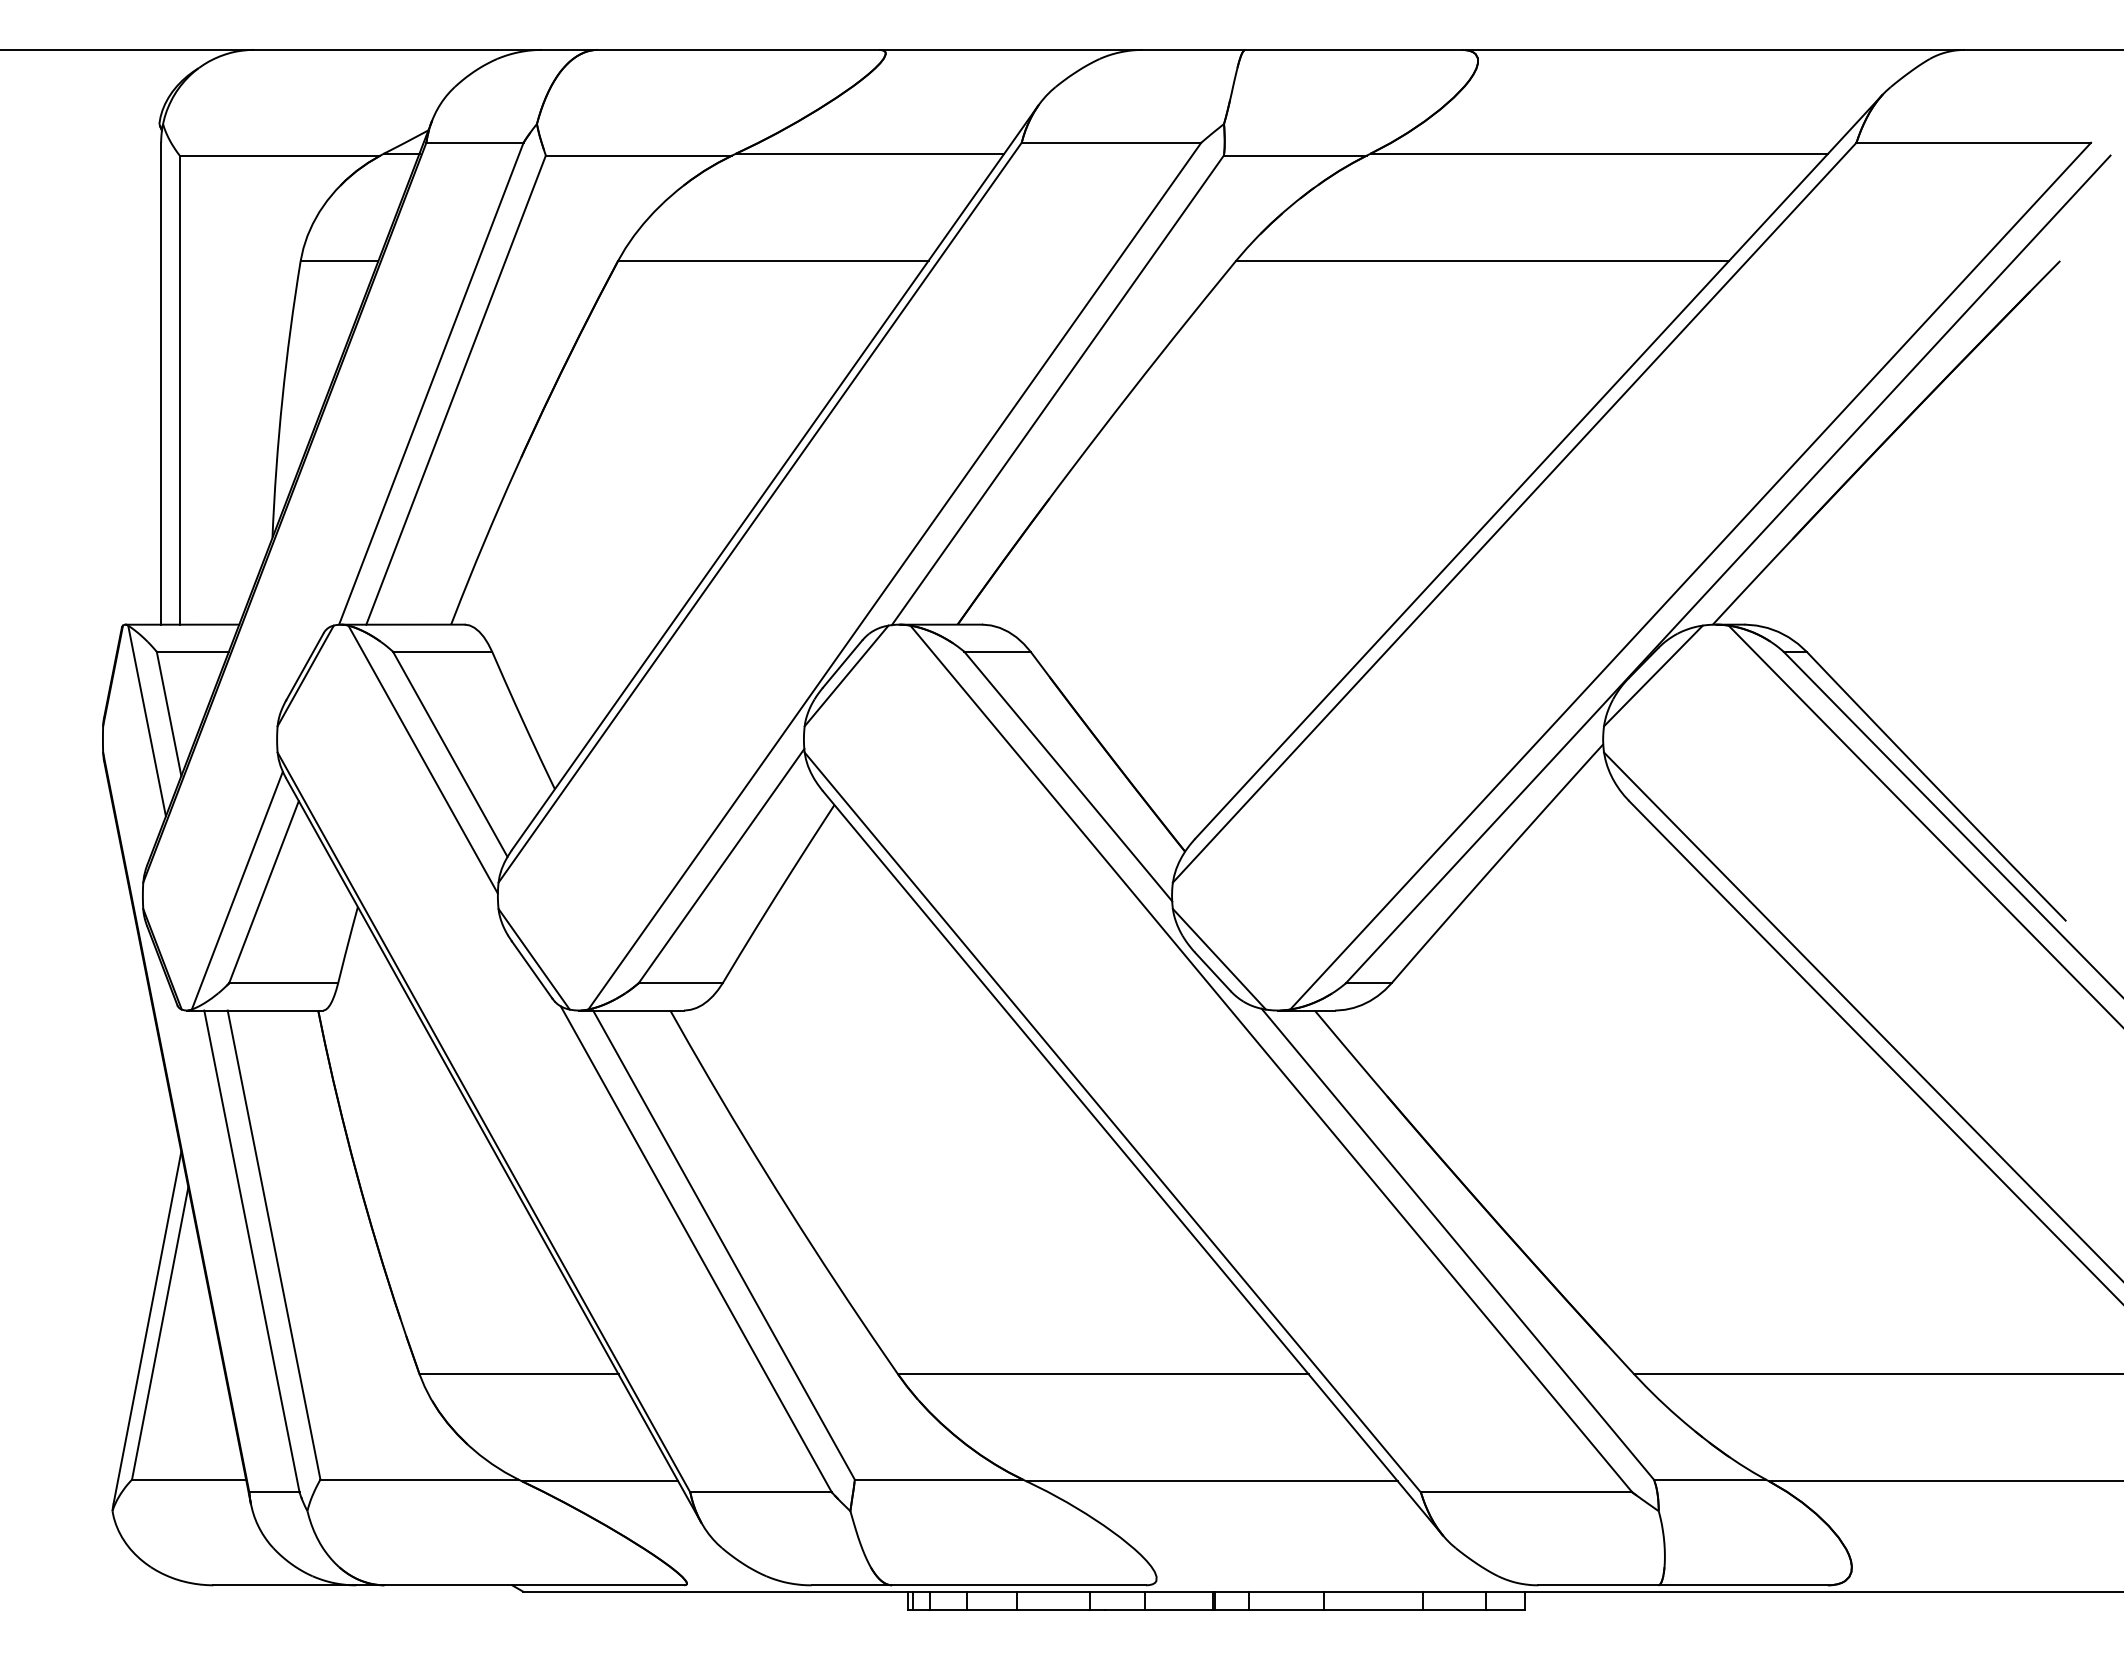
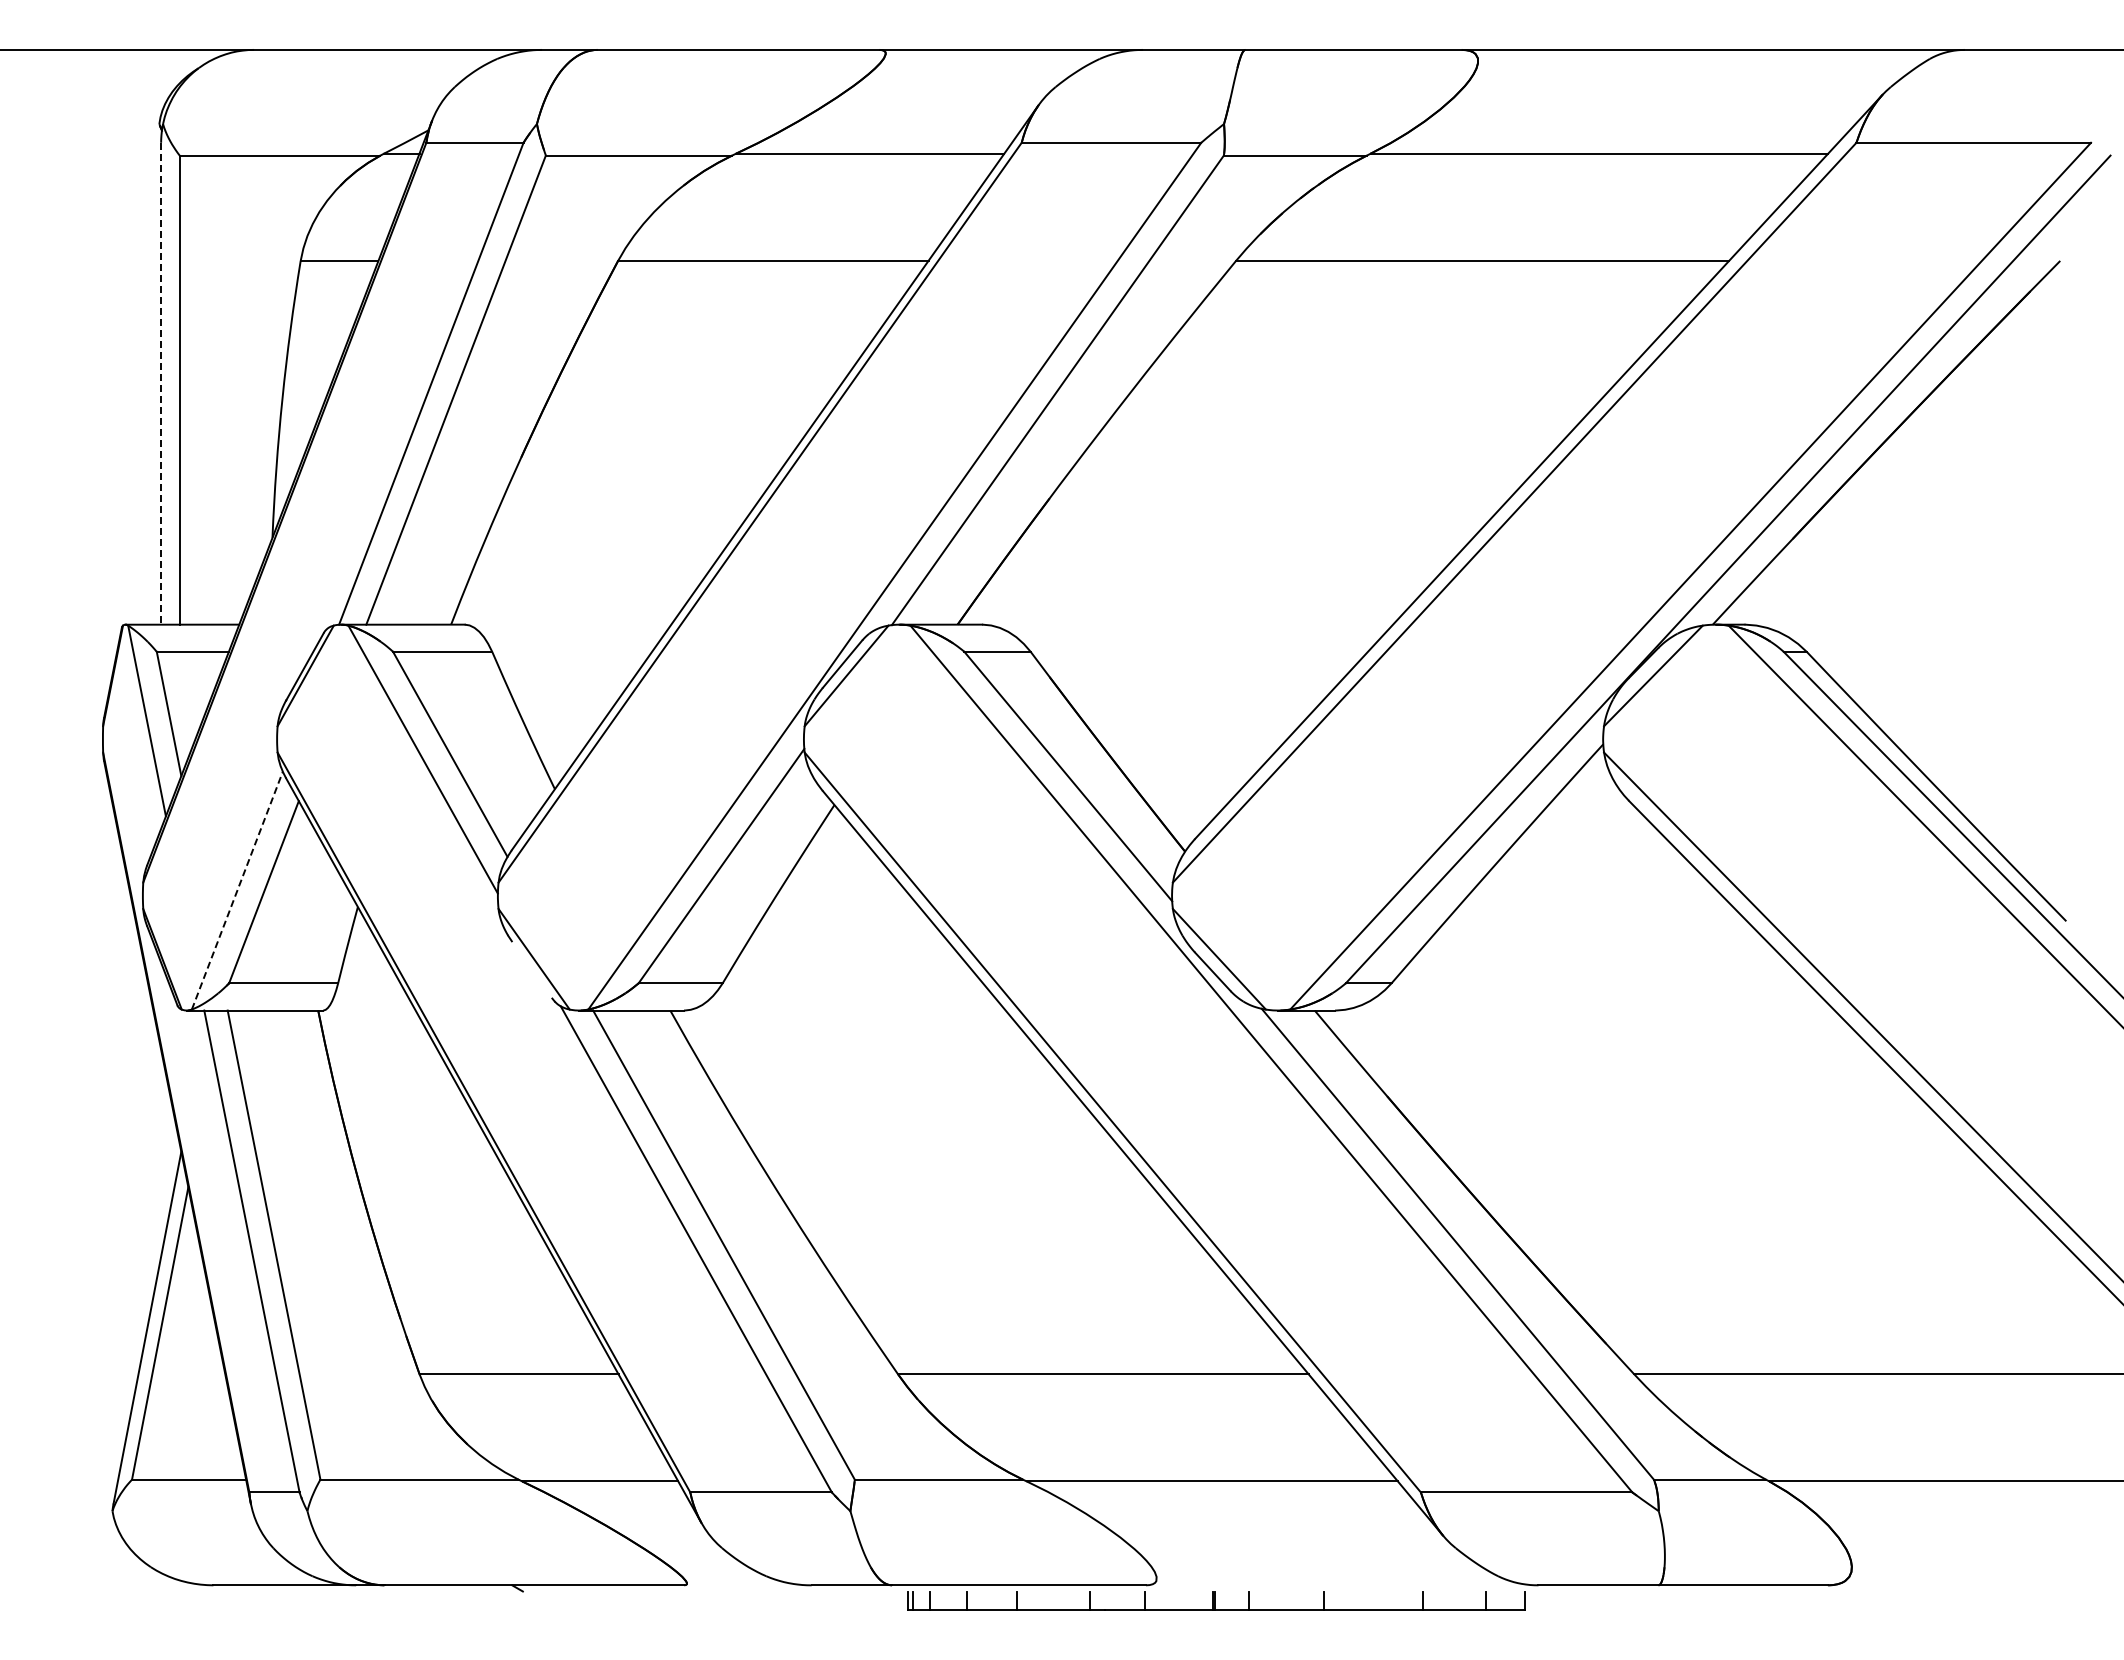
line at (161, 383): solid -> dashed
line at (237, 890): solid -> dashed
line at (531, 969): present -> none
line at (1321, 1591): present -> none
